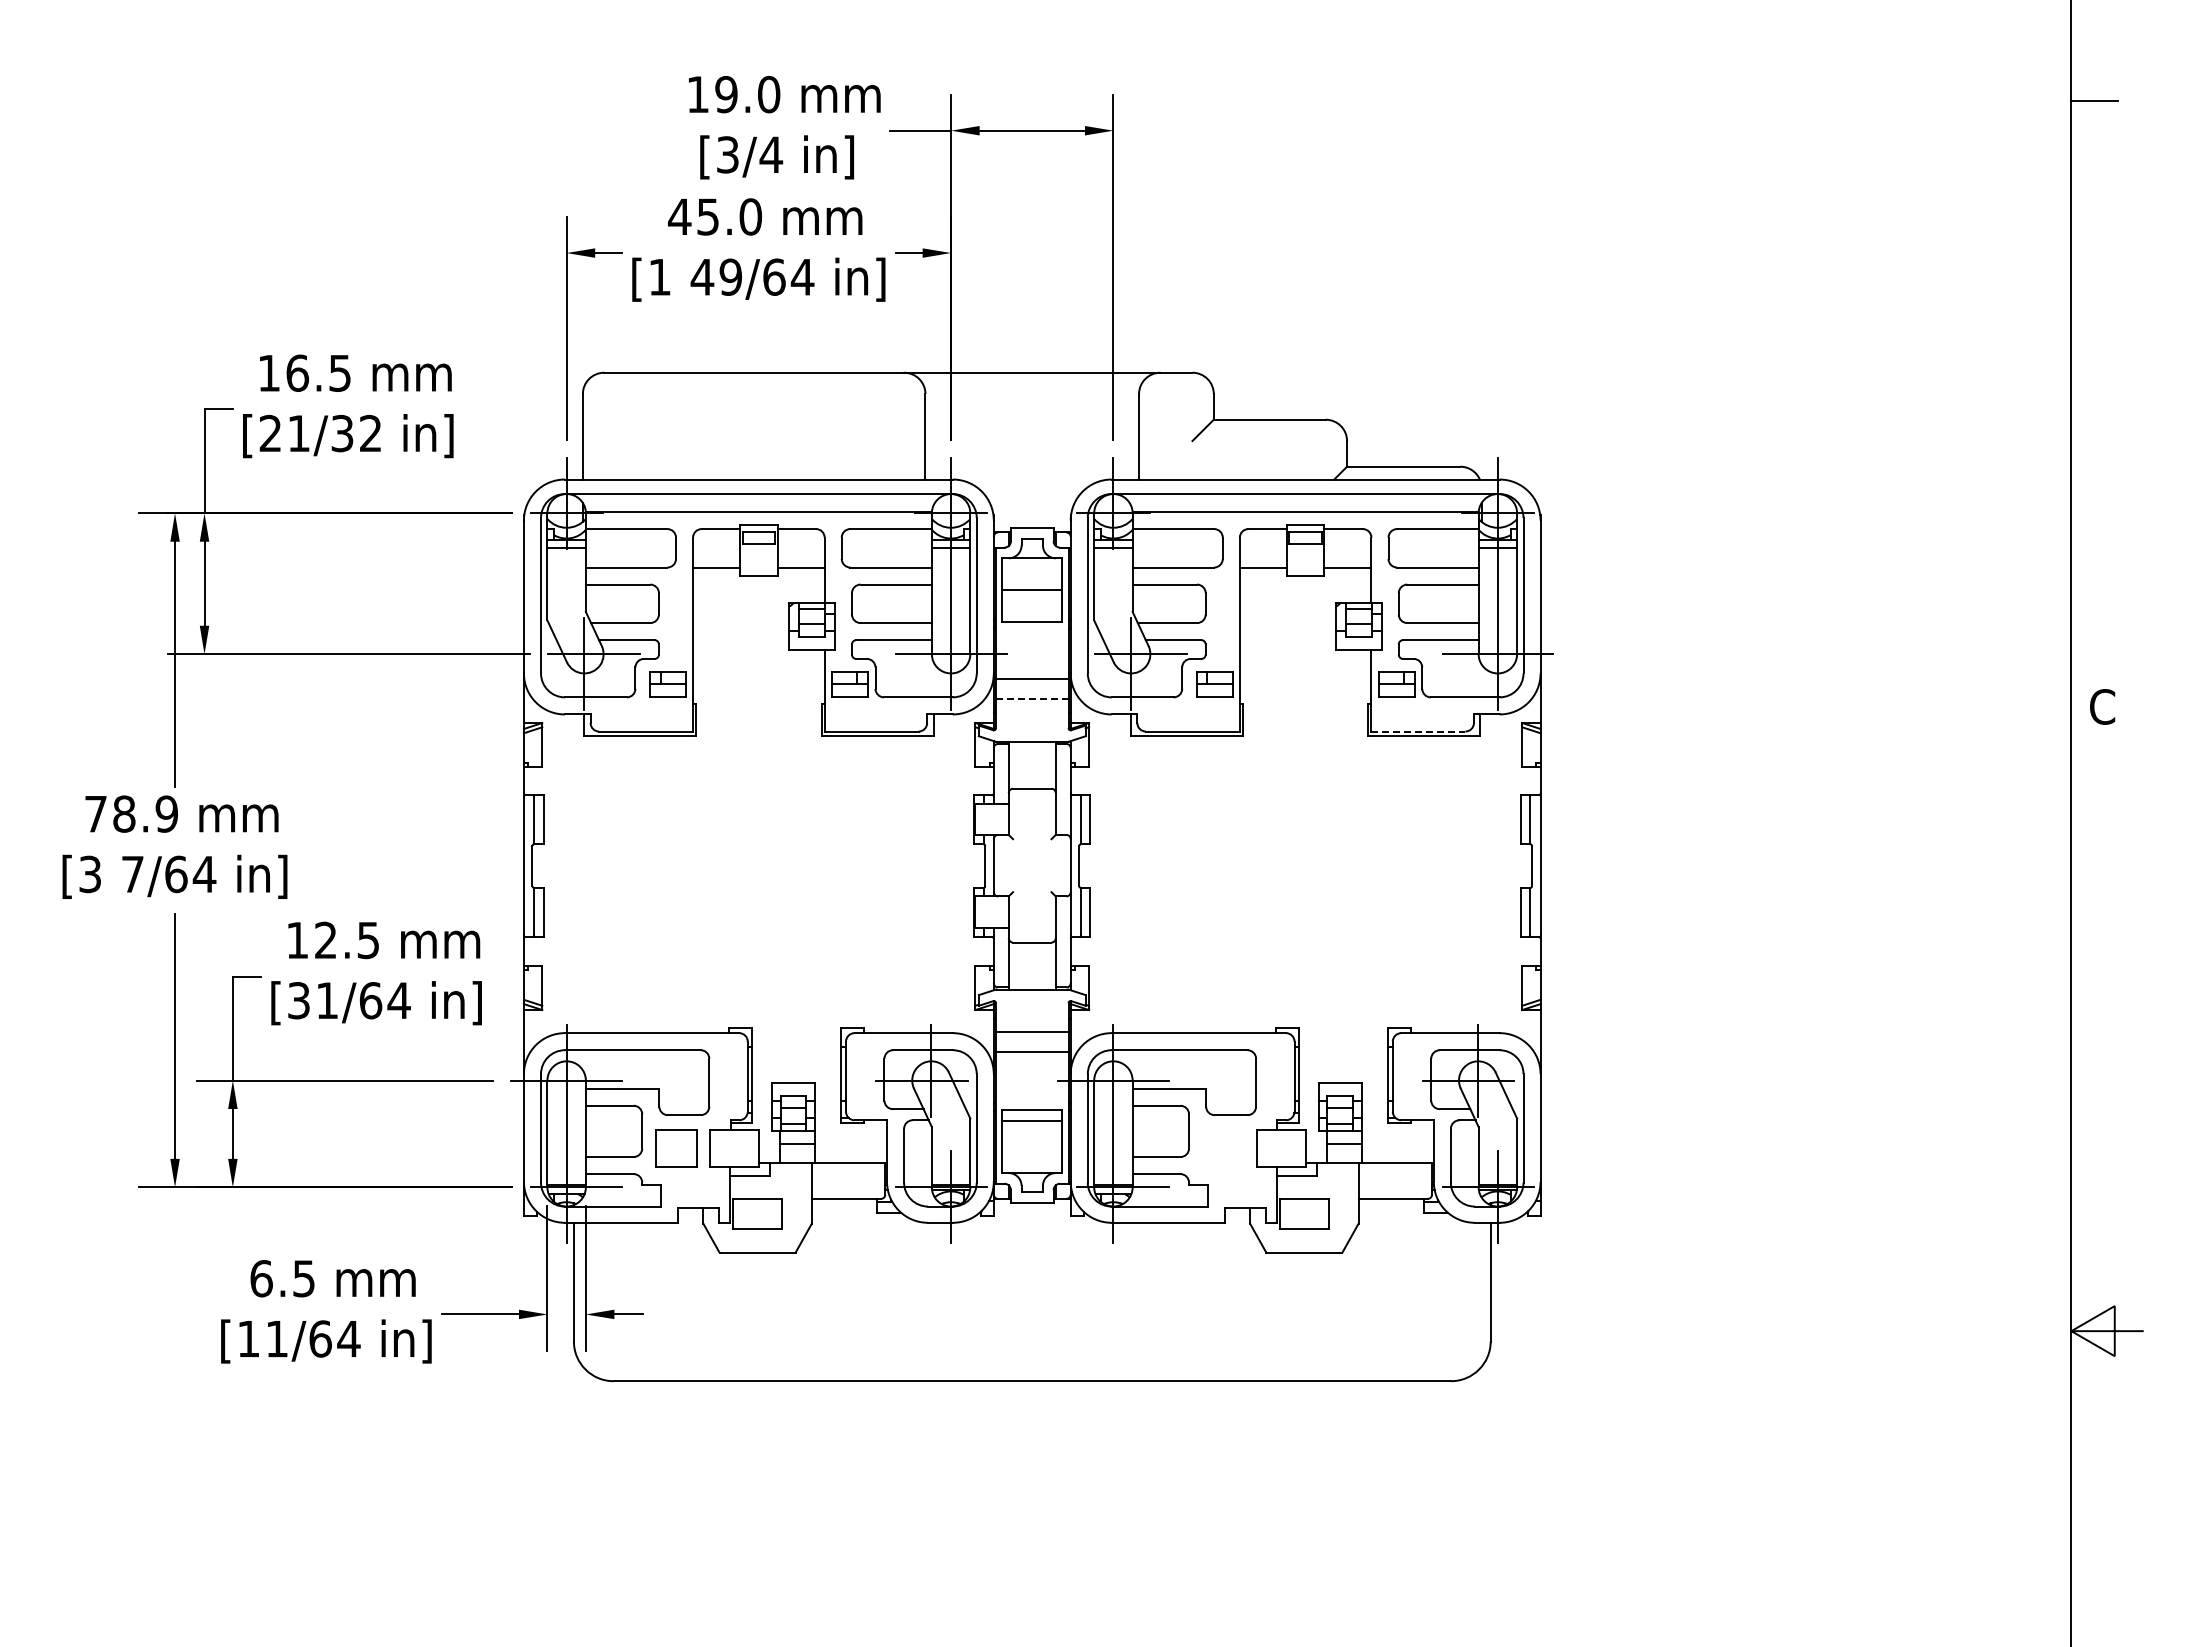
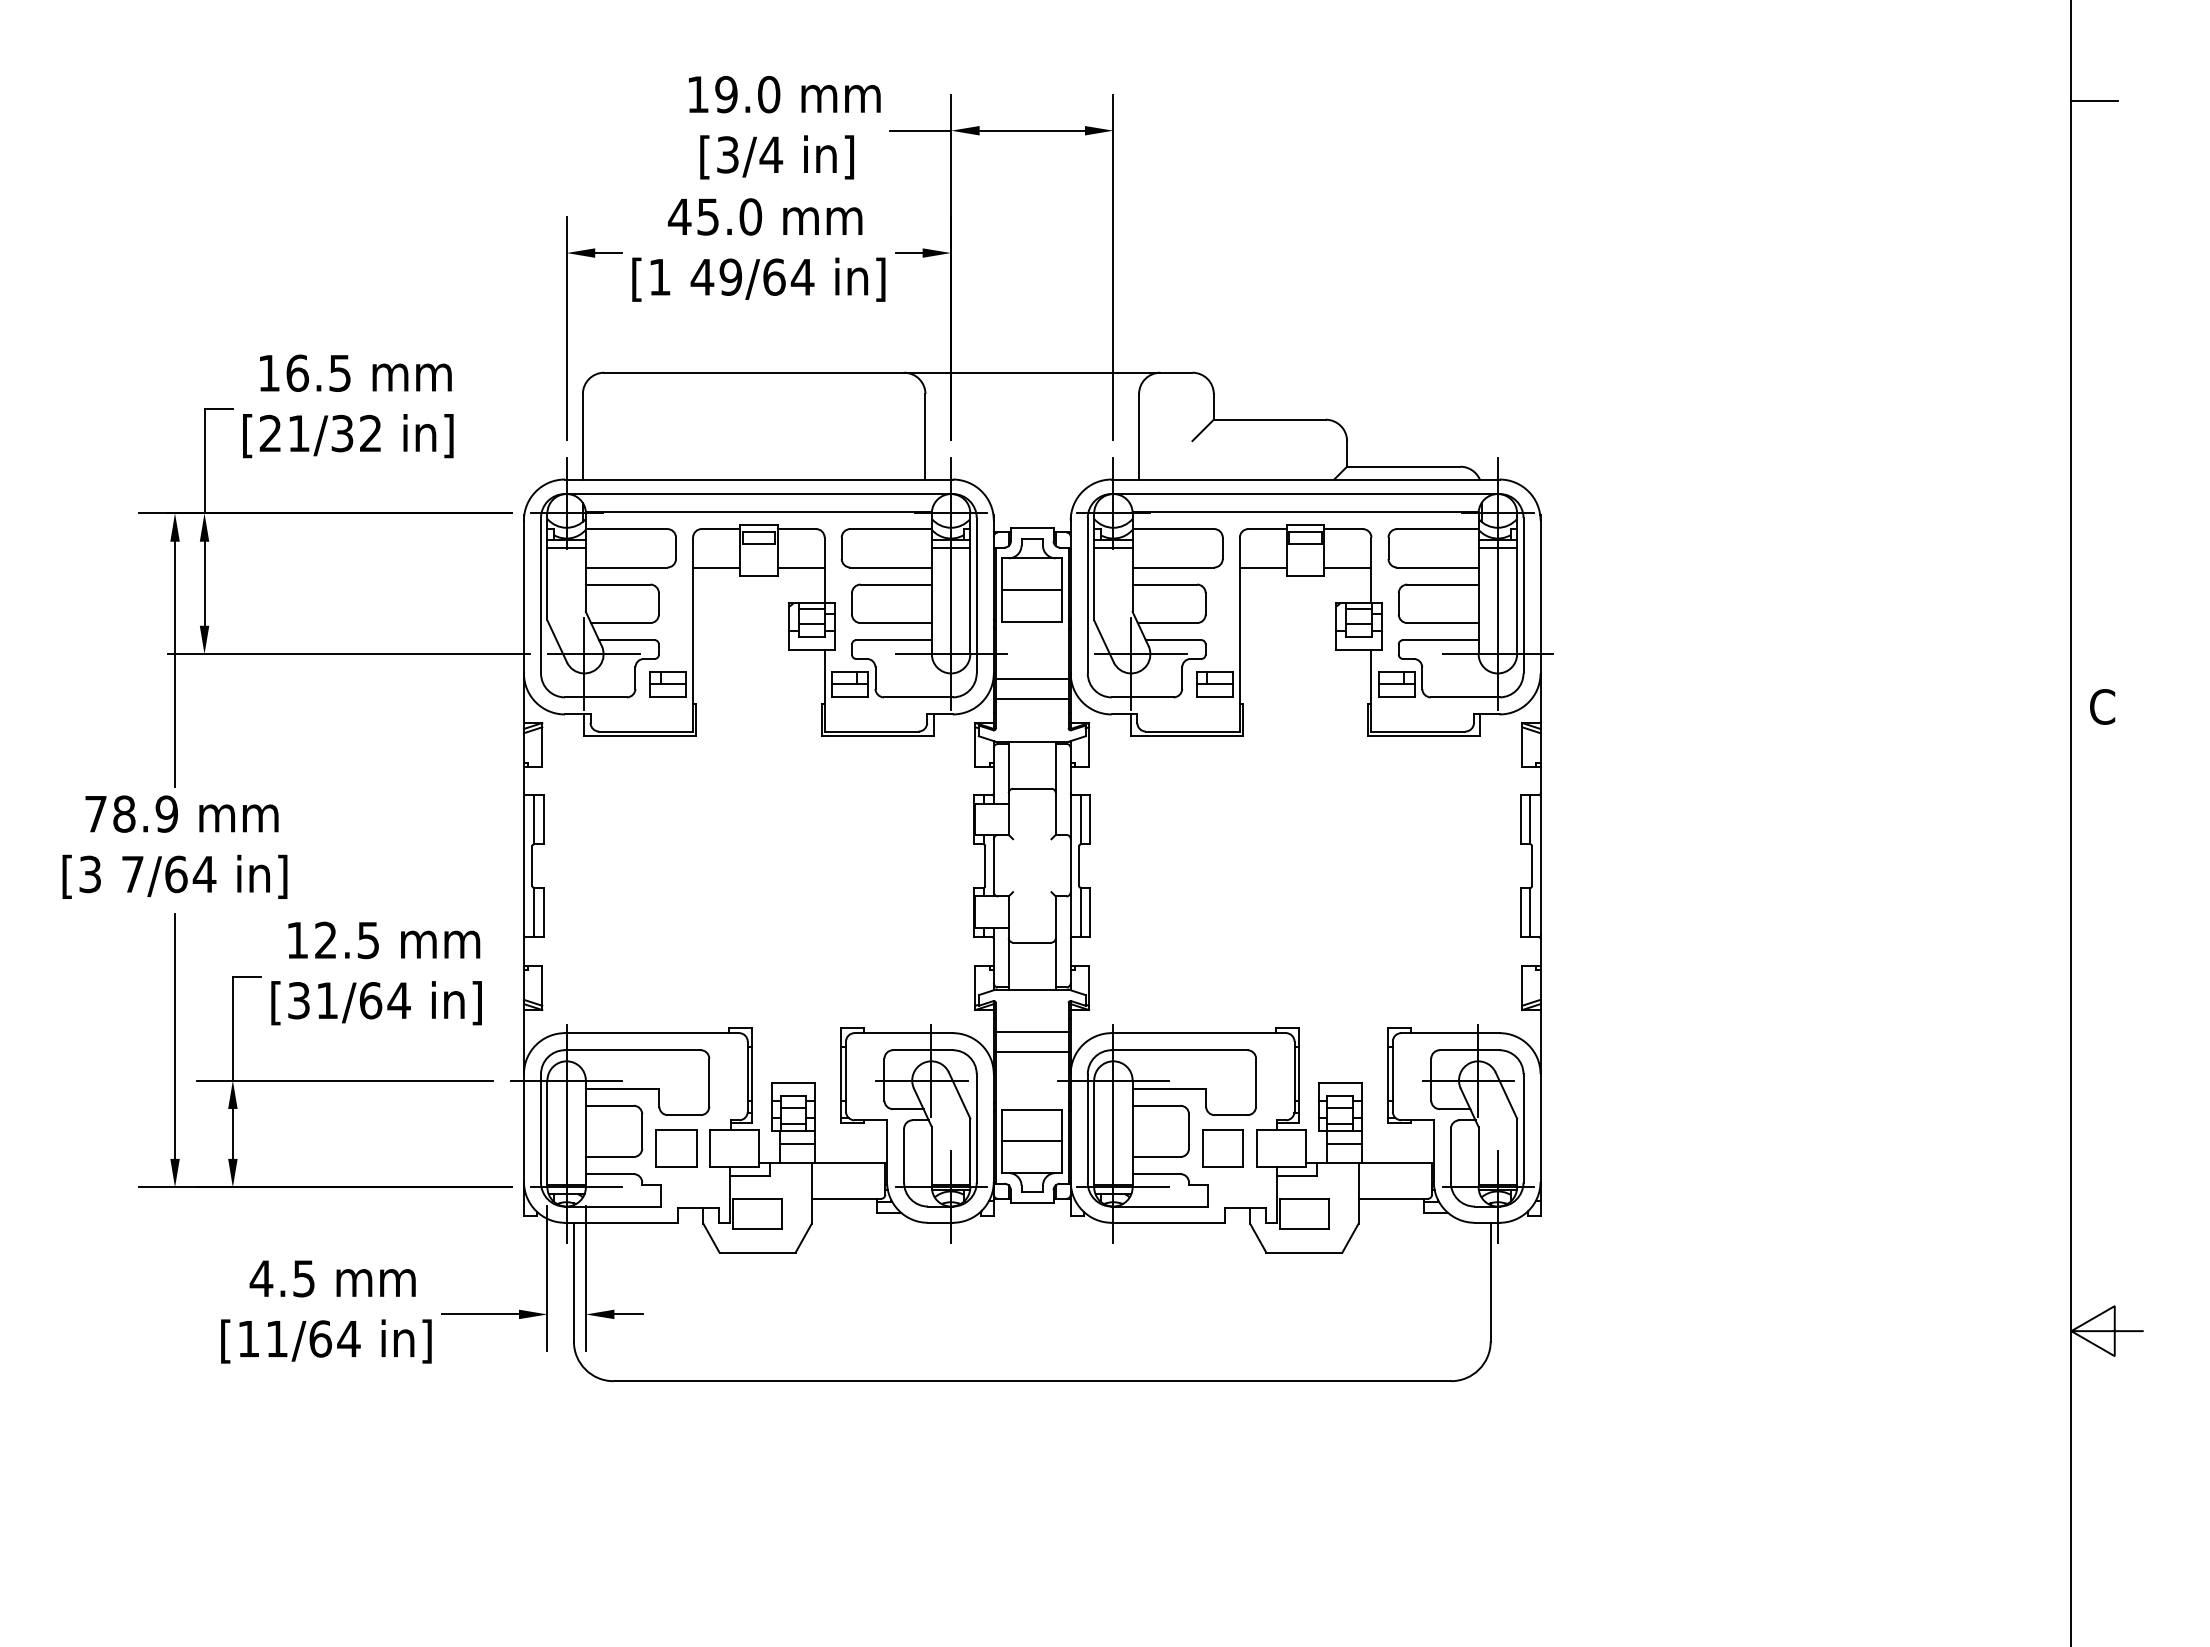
line at (1031, 699): dashed -> solid
line at (1418, 731): dashed -> solid
line at (1032, 1121) position: (1032, 1121) -> (1032, 1141)
part at (1222, 1148): none -> present
text at (261, 1278): 6.5 -> 4.5
